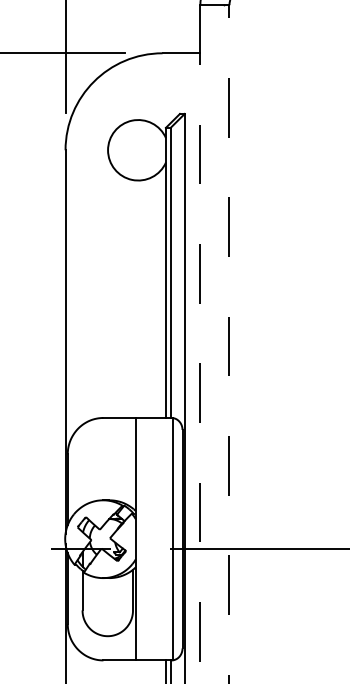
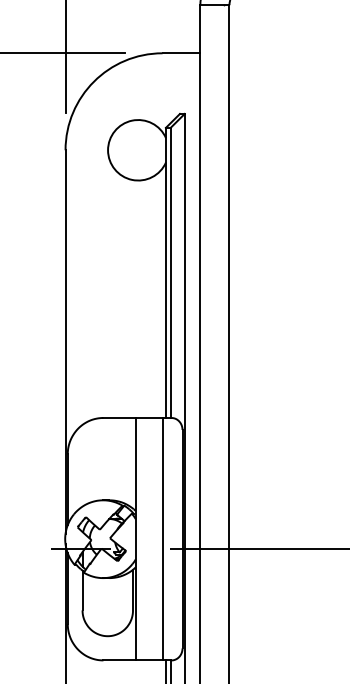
line at (229, 344): dashed -> solid
line at (200, 345): dashed -> solid
line at (173, 538) position: (173, 538) -> (163, 538)
